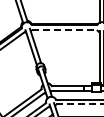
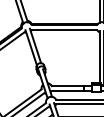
line at (64, 29): dashed -> solid
line at (80, 104): dashed -> solid
